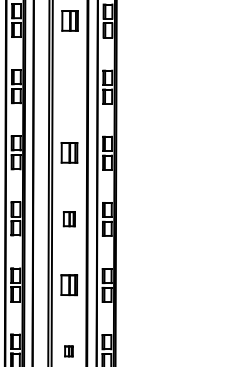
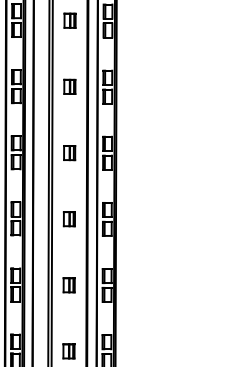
part at (69, 20) size: 18x22 px -> 14x17 px
part at (69, 86): none -> present
part at (69, 152) size: 19x22 px -> 14x17 px
part at (69, 285) size: 19x23 px -> 14x17 px
part at (68, 351) size: 10x13 px -> 14x17 px
